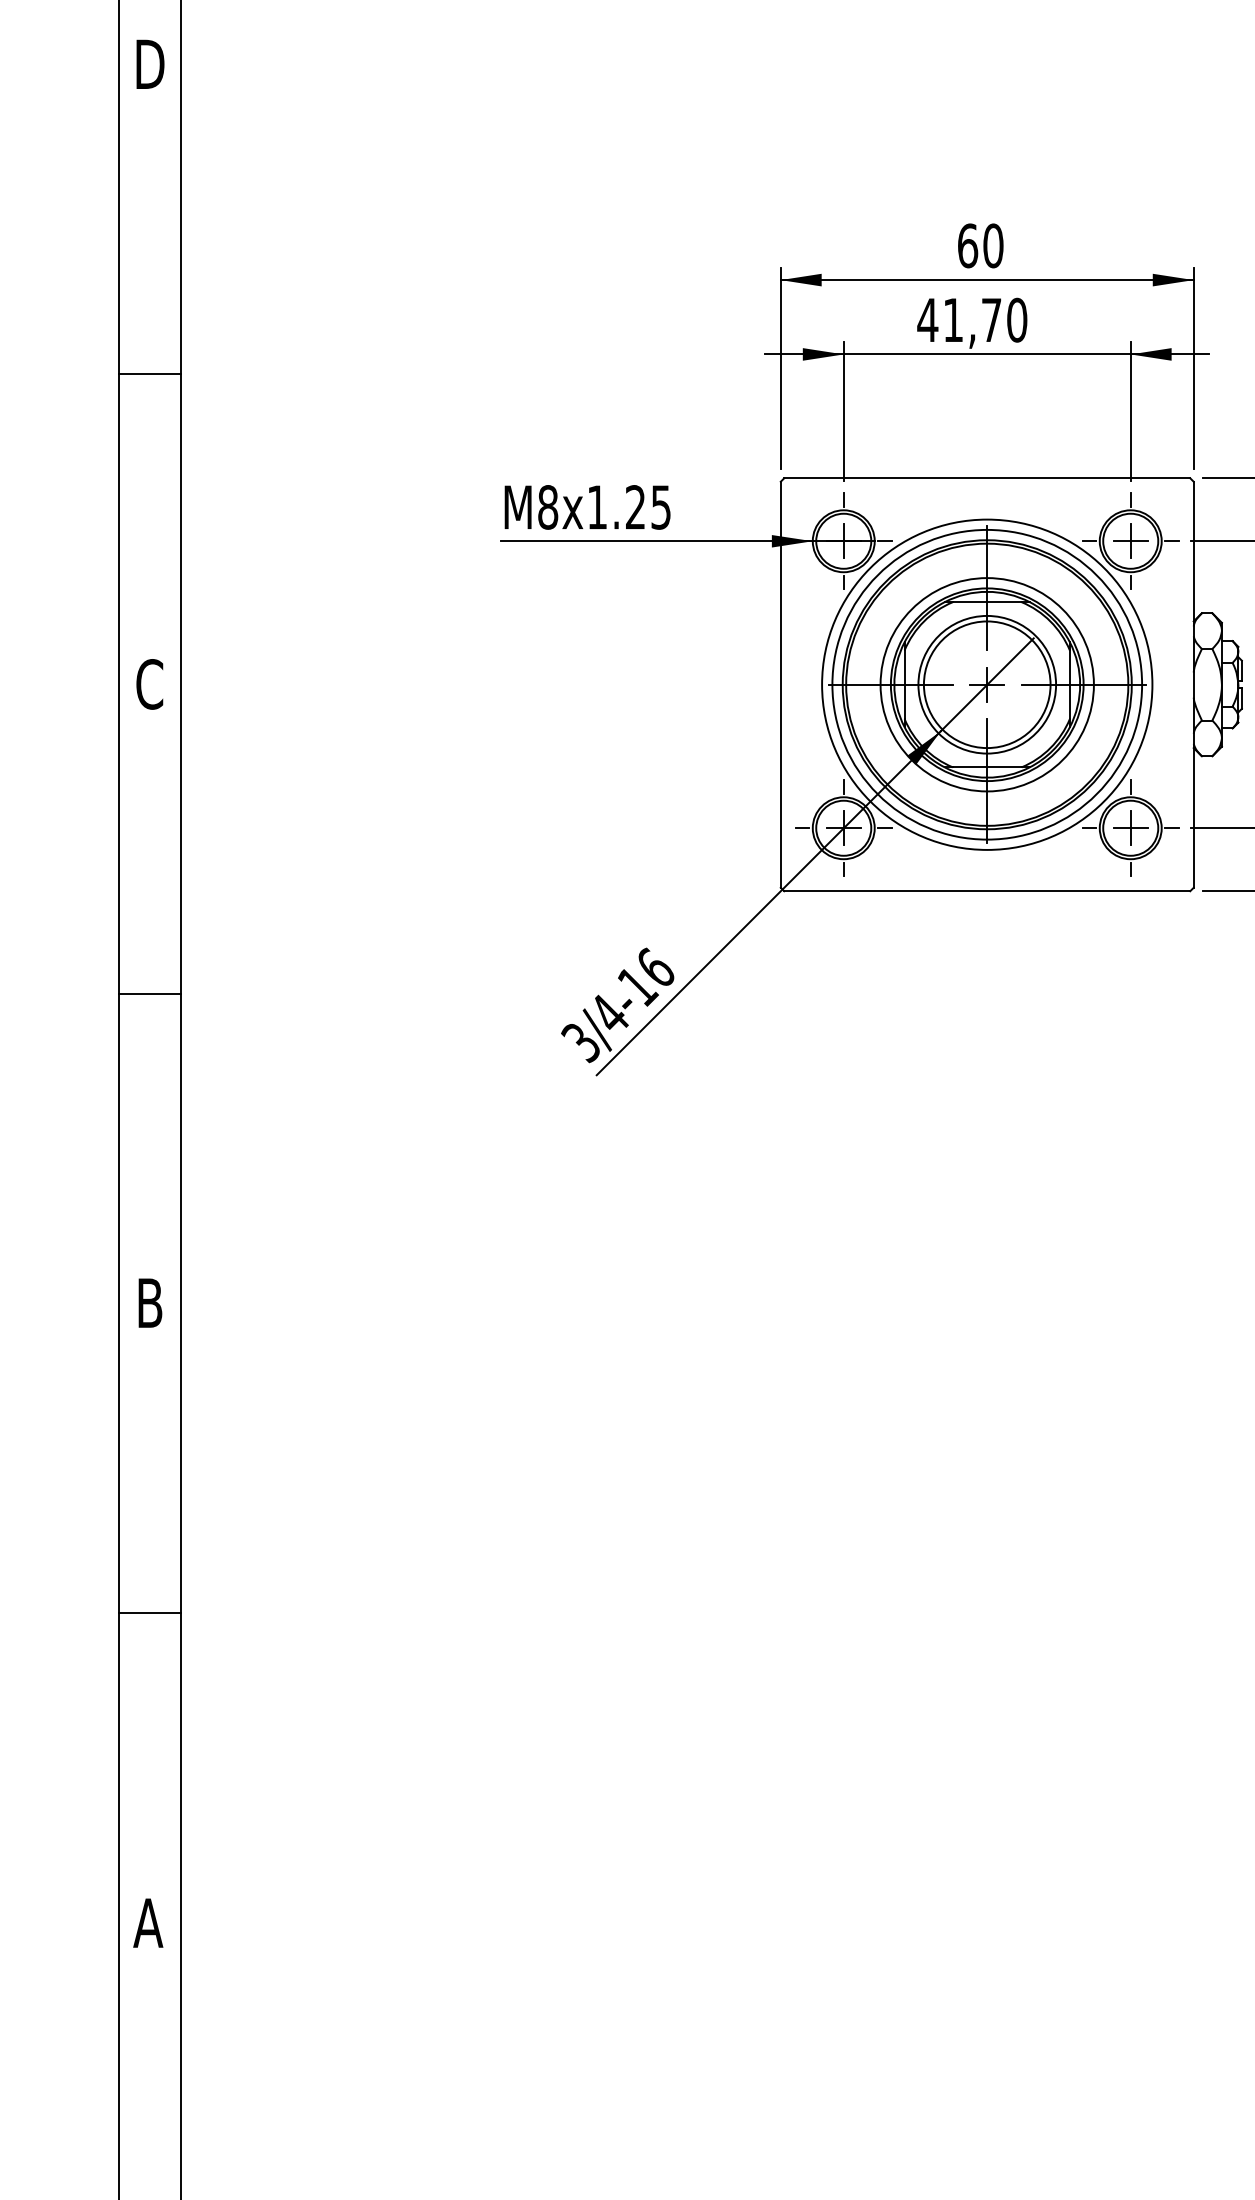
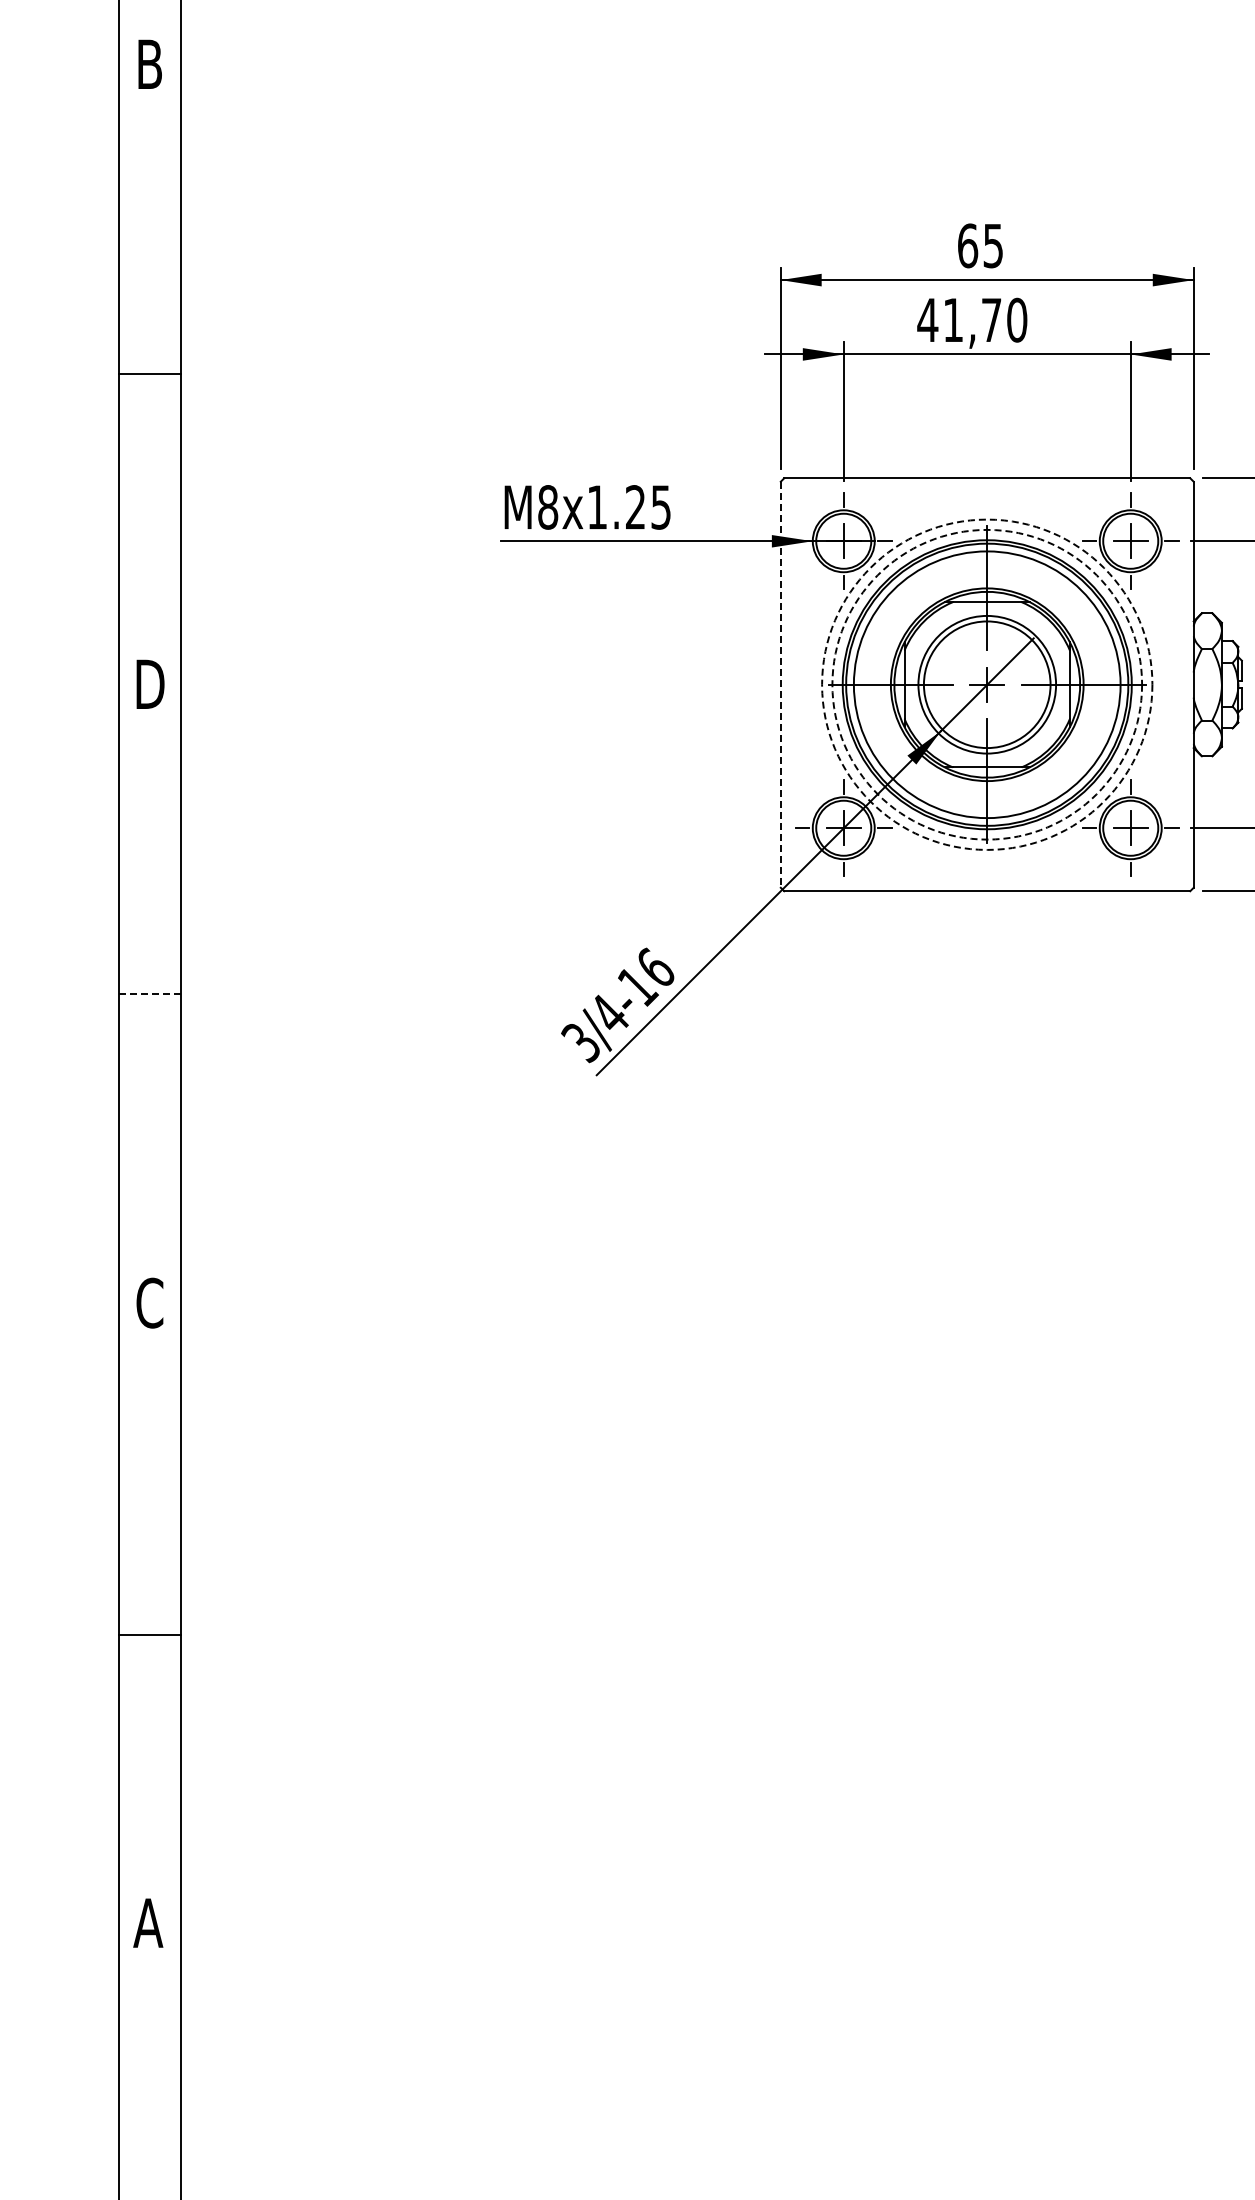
text at (150, 63): D -> B
text at (993, 245): 60 -> 65
text at (150, 684): C -> D
circle at (986, 684) diameter: 213 px -> 267 px
circle at (987, 684): solid -> dashed
circle at (987, 684): solid -> dashed
line at (780, 685): solid -> dashed
line at (150, 993): solid -> dashed
text at (149, 1302): B -> C
line at (150, 1613) position: (150, 1613) -> (150, 1635)
